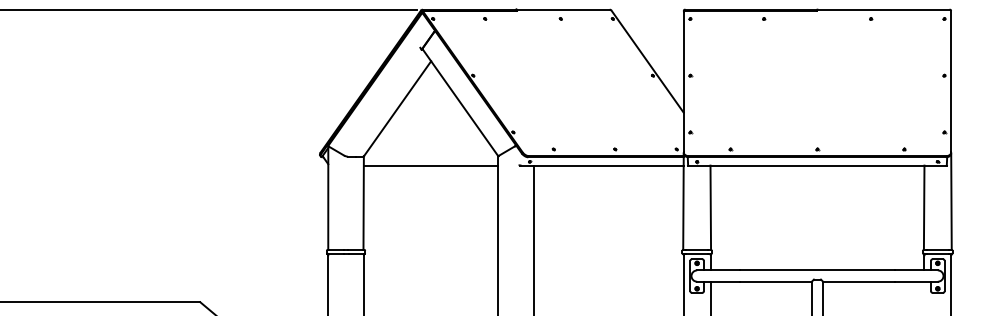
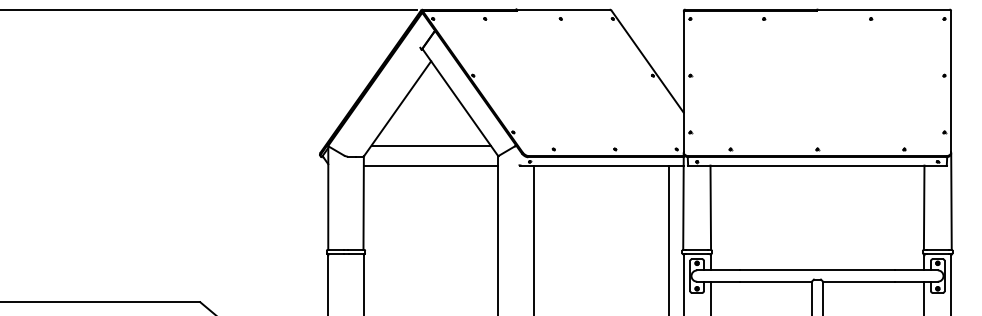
line at (430, 145): none -> present
line at (668, 238): none -> present
line at (924, 296): none -> present
